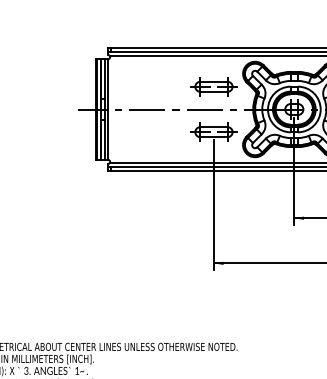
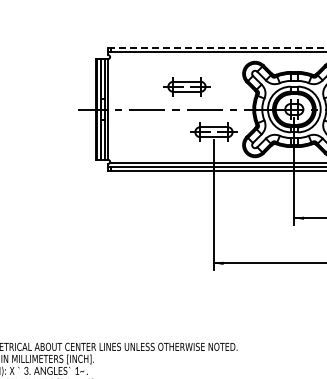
line at (218, 47): solid -> dashed
line at (216, 56): present -> none
part at (213, 86) position: (213, 86) -> (186, 86)
